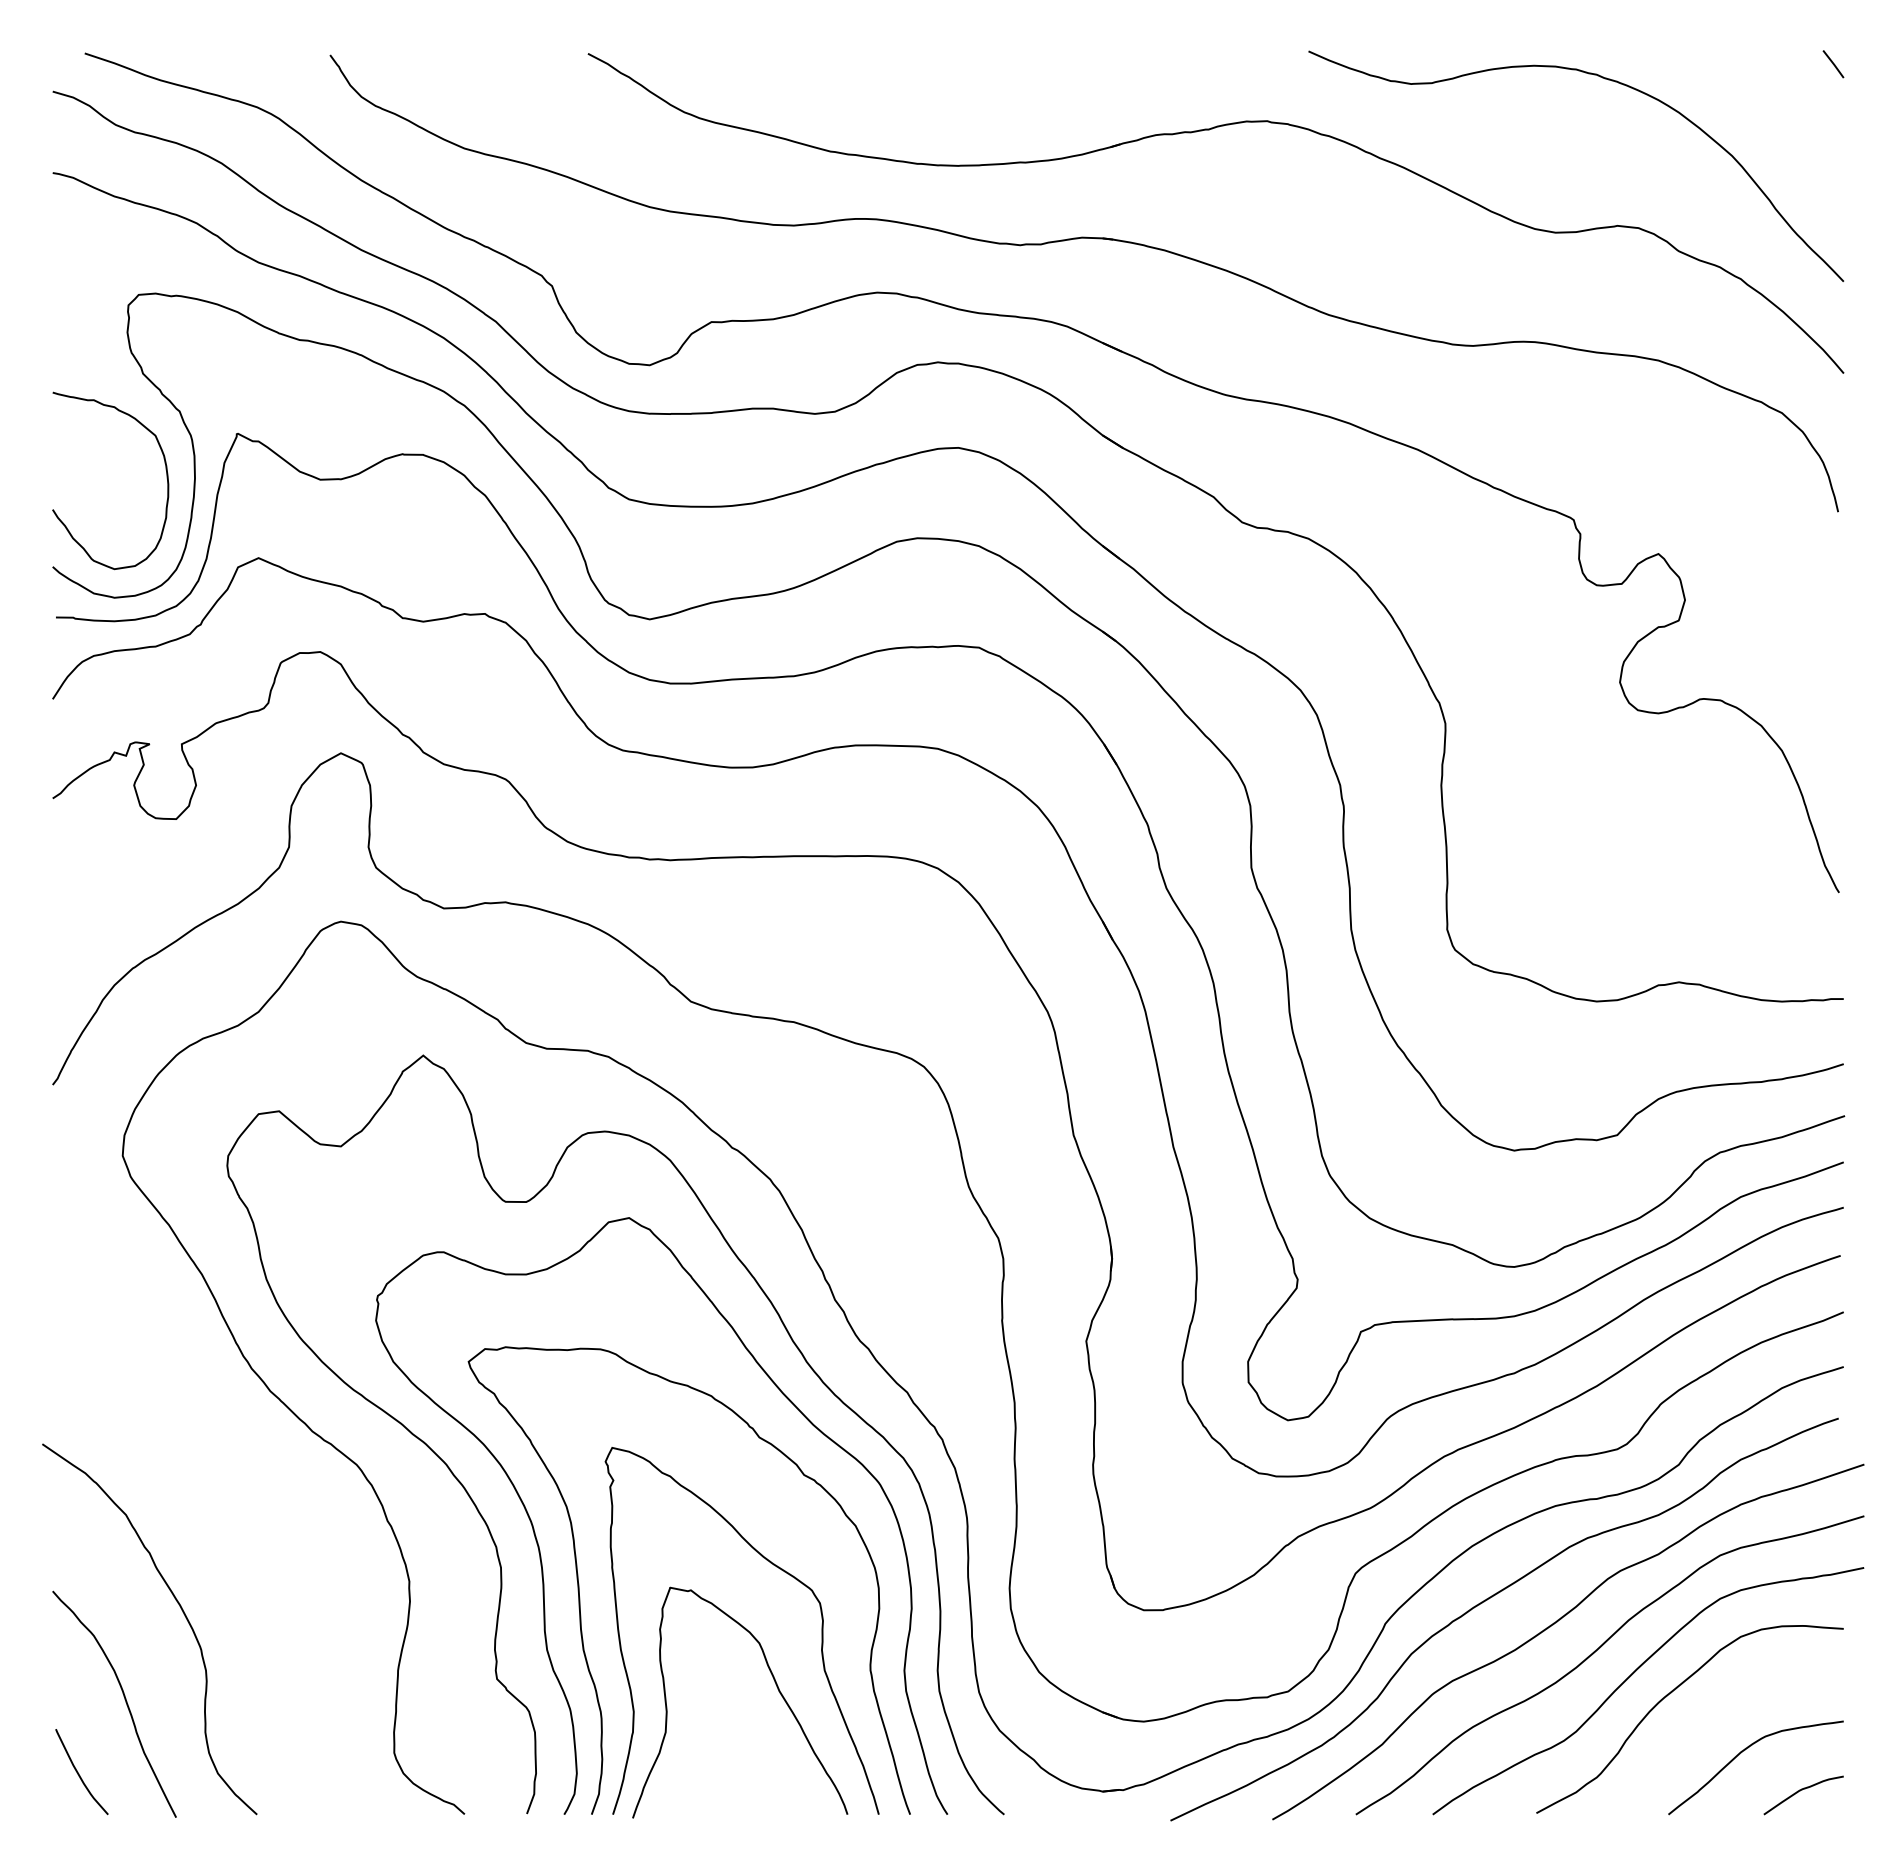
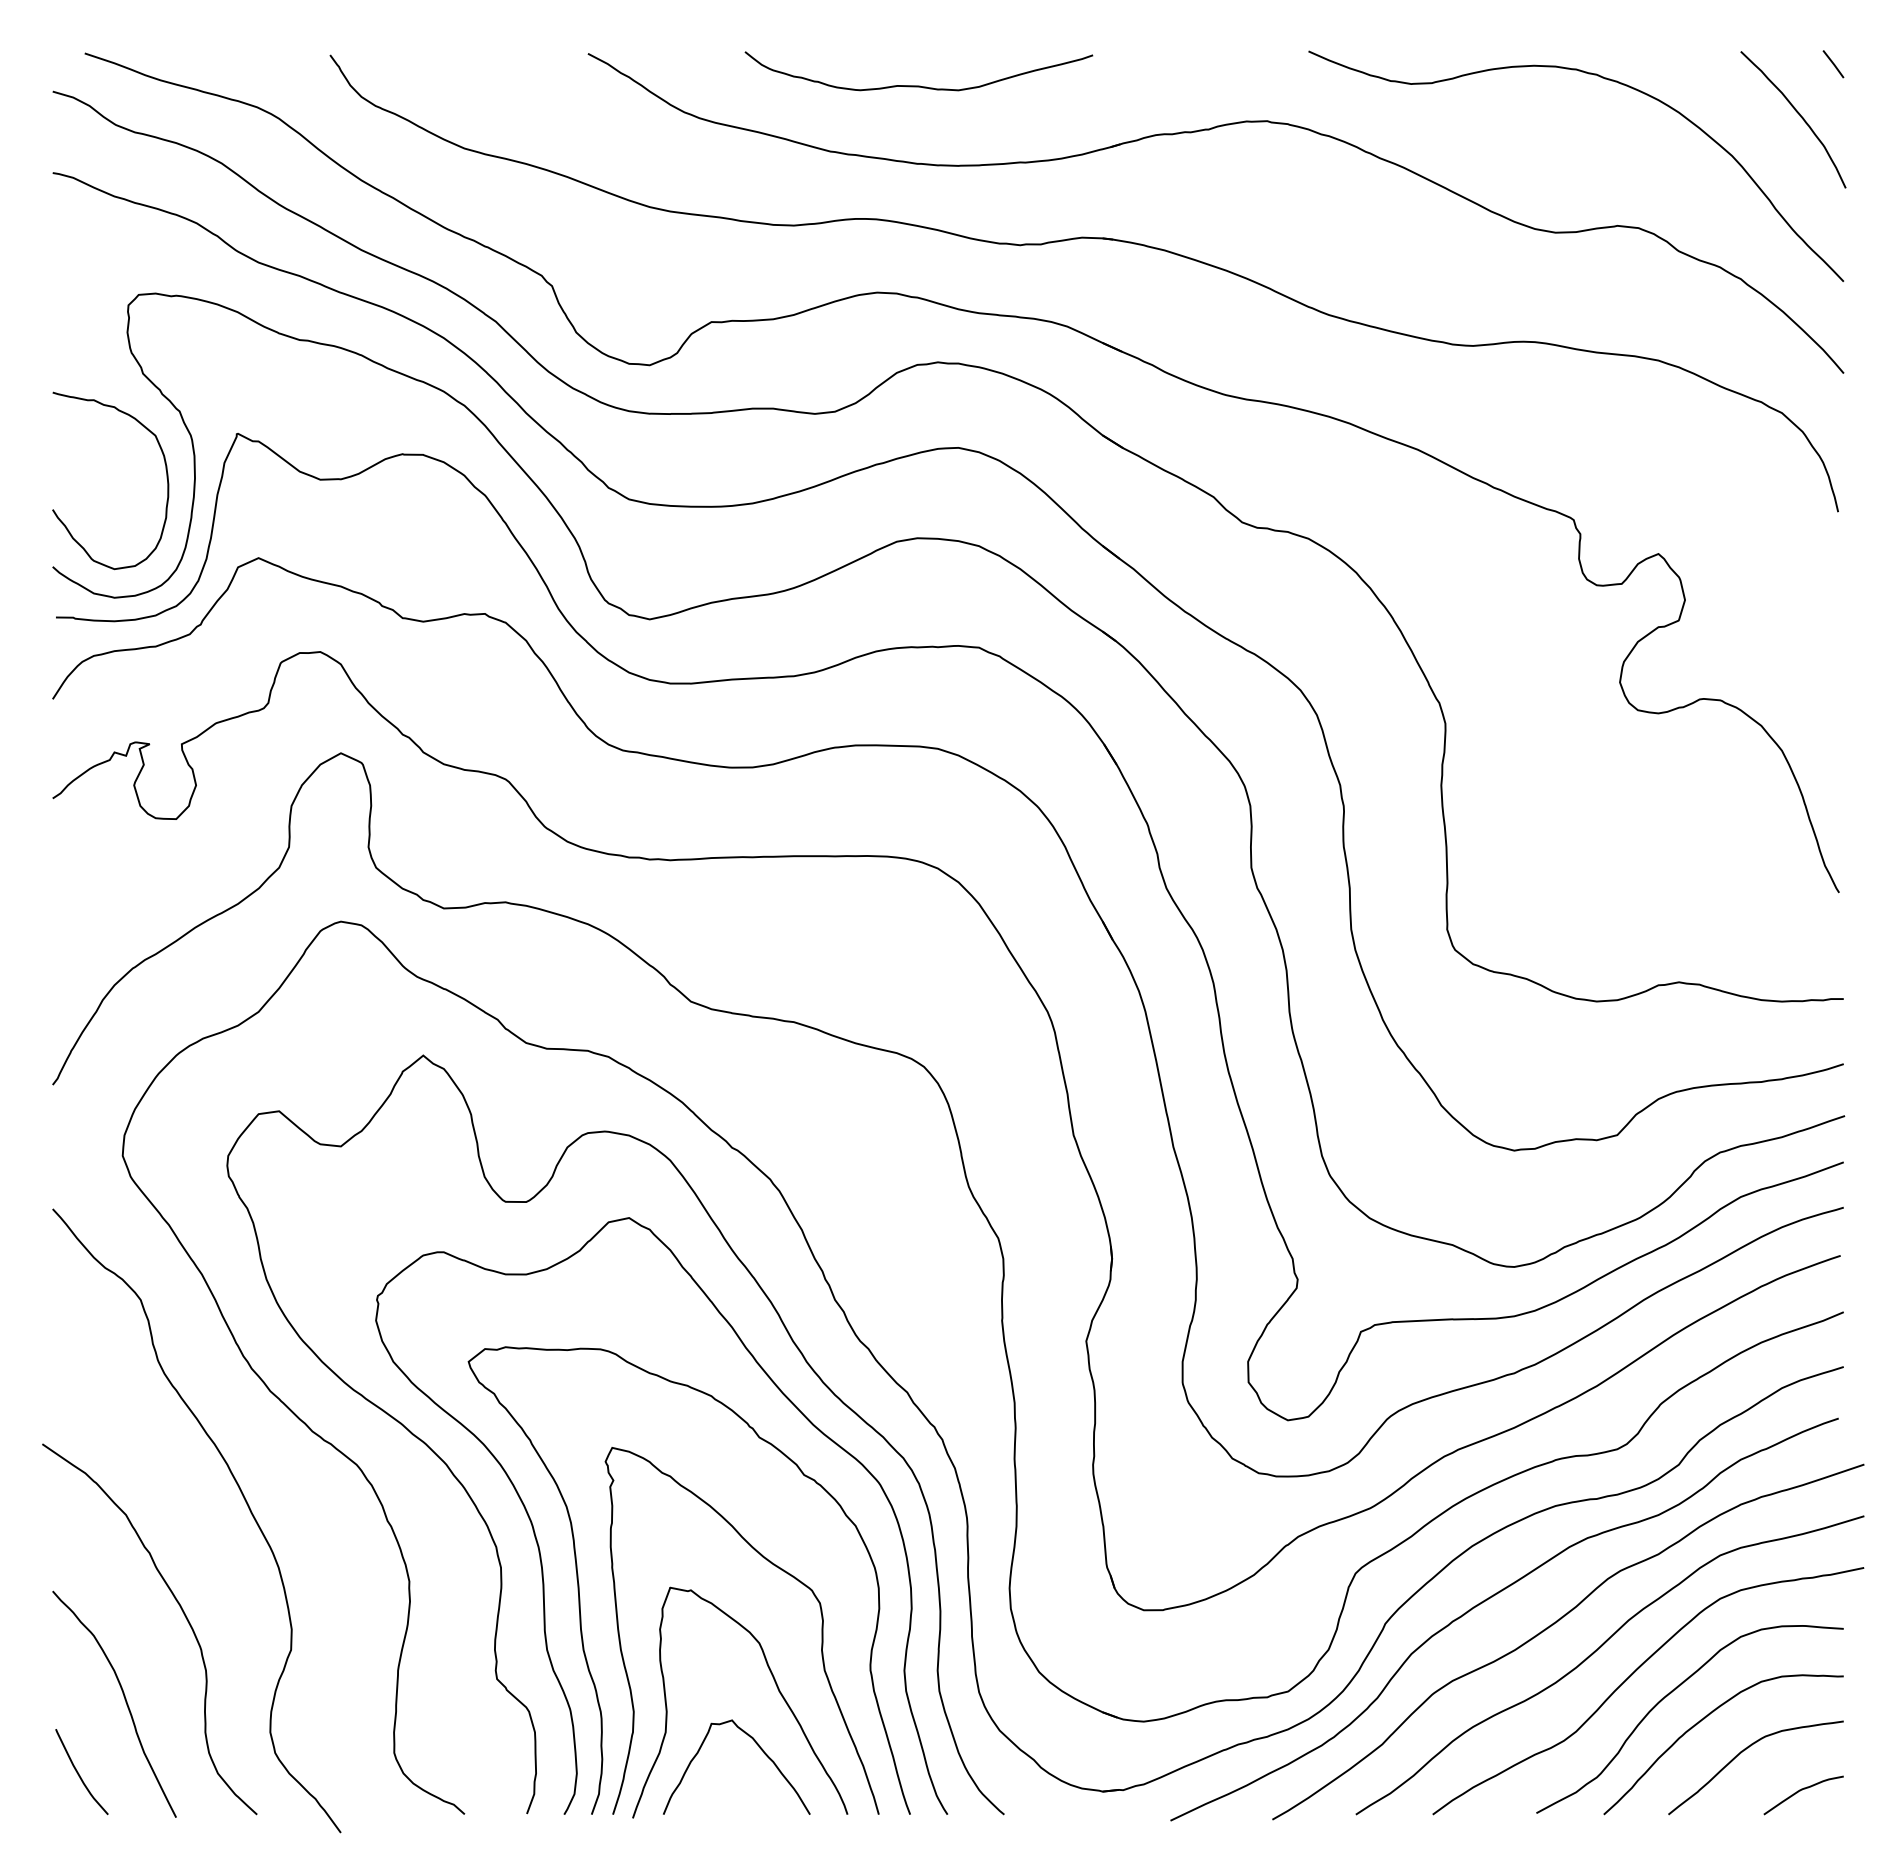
curve at (918, 85): none -> present
curve at (1798, 114): none -> present
curve at (242, 1496): none -> present
curve at (1704, 1719): none -> present
curve at (759, 1748): none -> present
